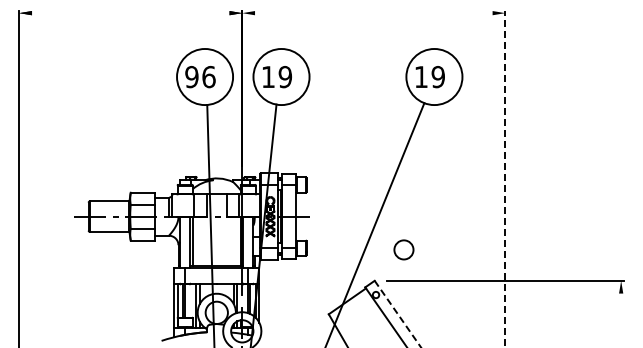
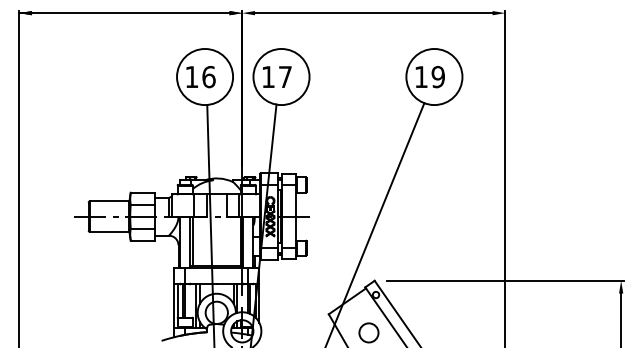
line at (124, 13): none -> present
line at (373, 13): none -> present
text at (191, 76): 96 -> 16
text at (284, 77): 19 -> 17
line at (505, 178): dashed -> solid
circle at (403, 249) position: (403, 249) -> (368, 332)
line at (398, 314): dashed -> solid
line at (621, 318): none -> present
